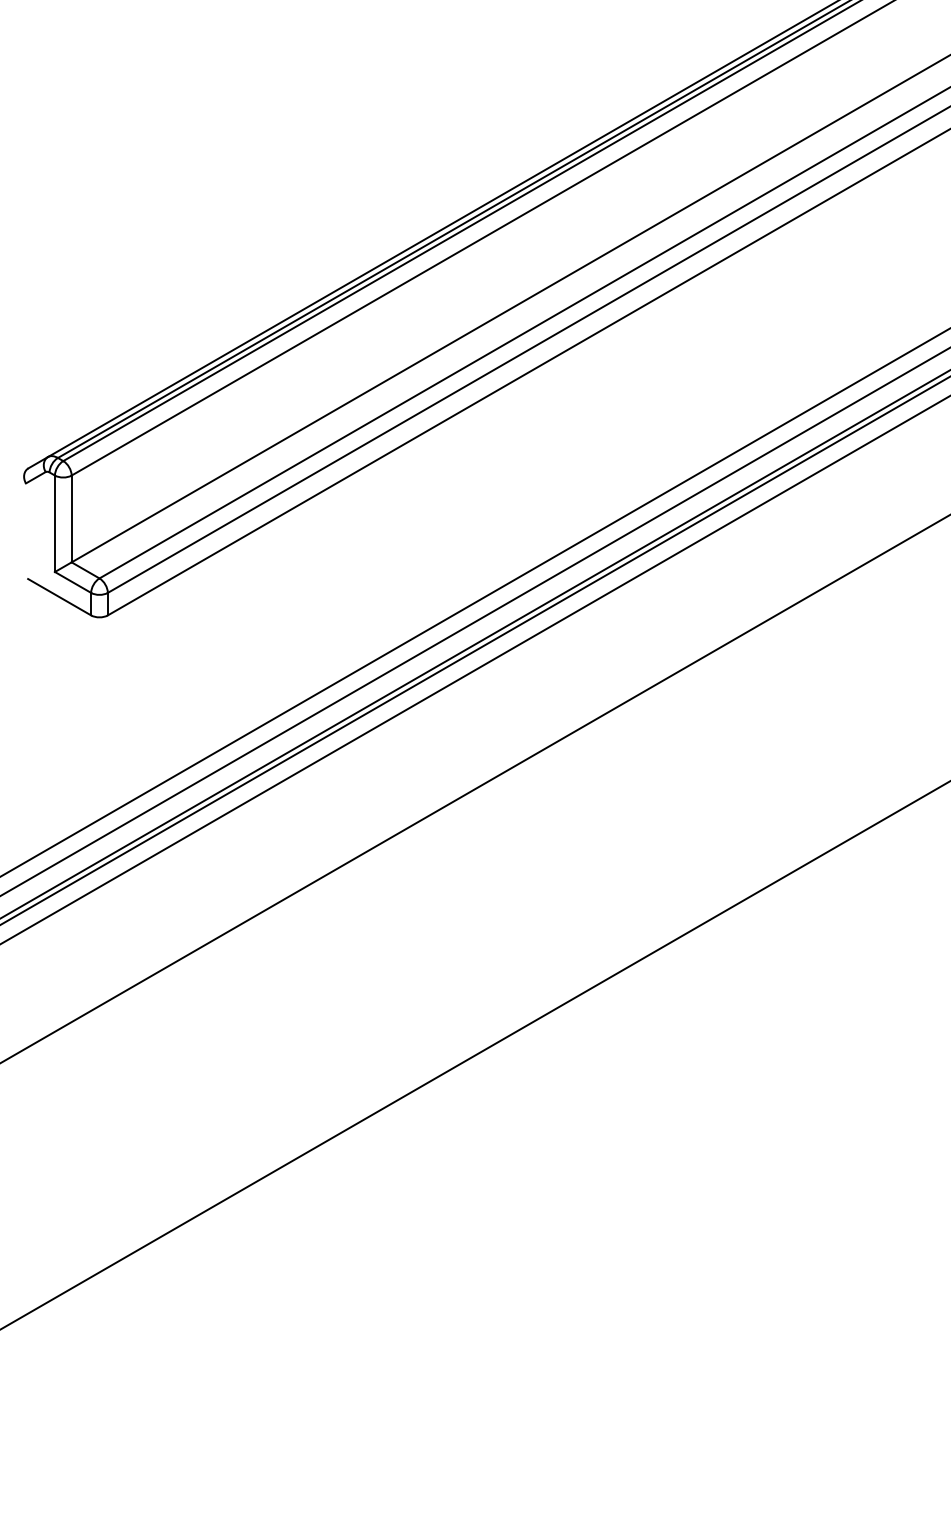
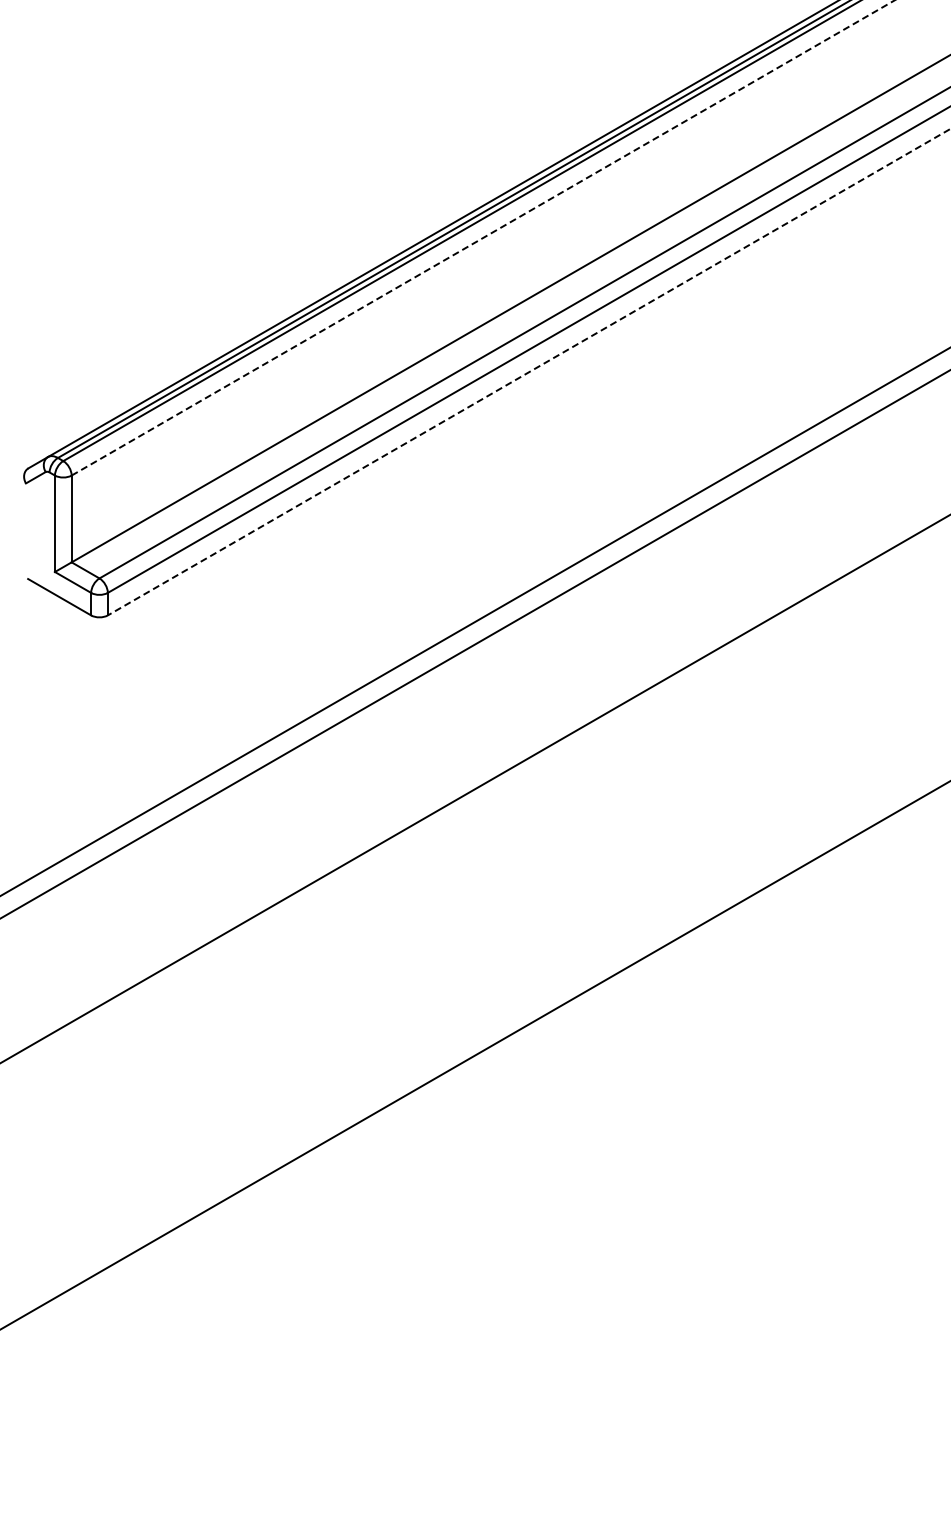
line at (483, 237): solid -> dashed
line at (528, 372): solid -> dashed
line at (474, 602): present -> none
line at (474, 650): present -> none
line at (474, 670): present -> none
